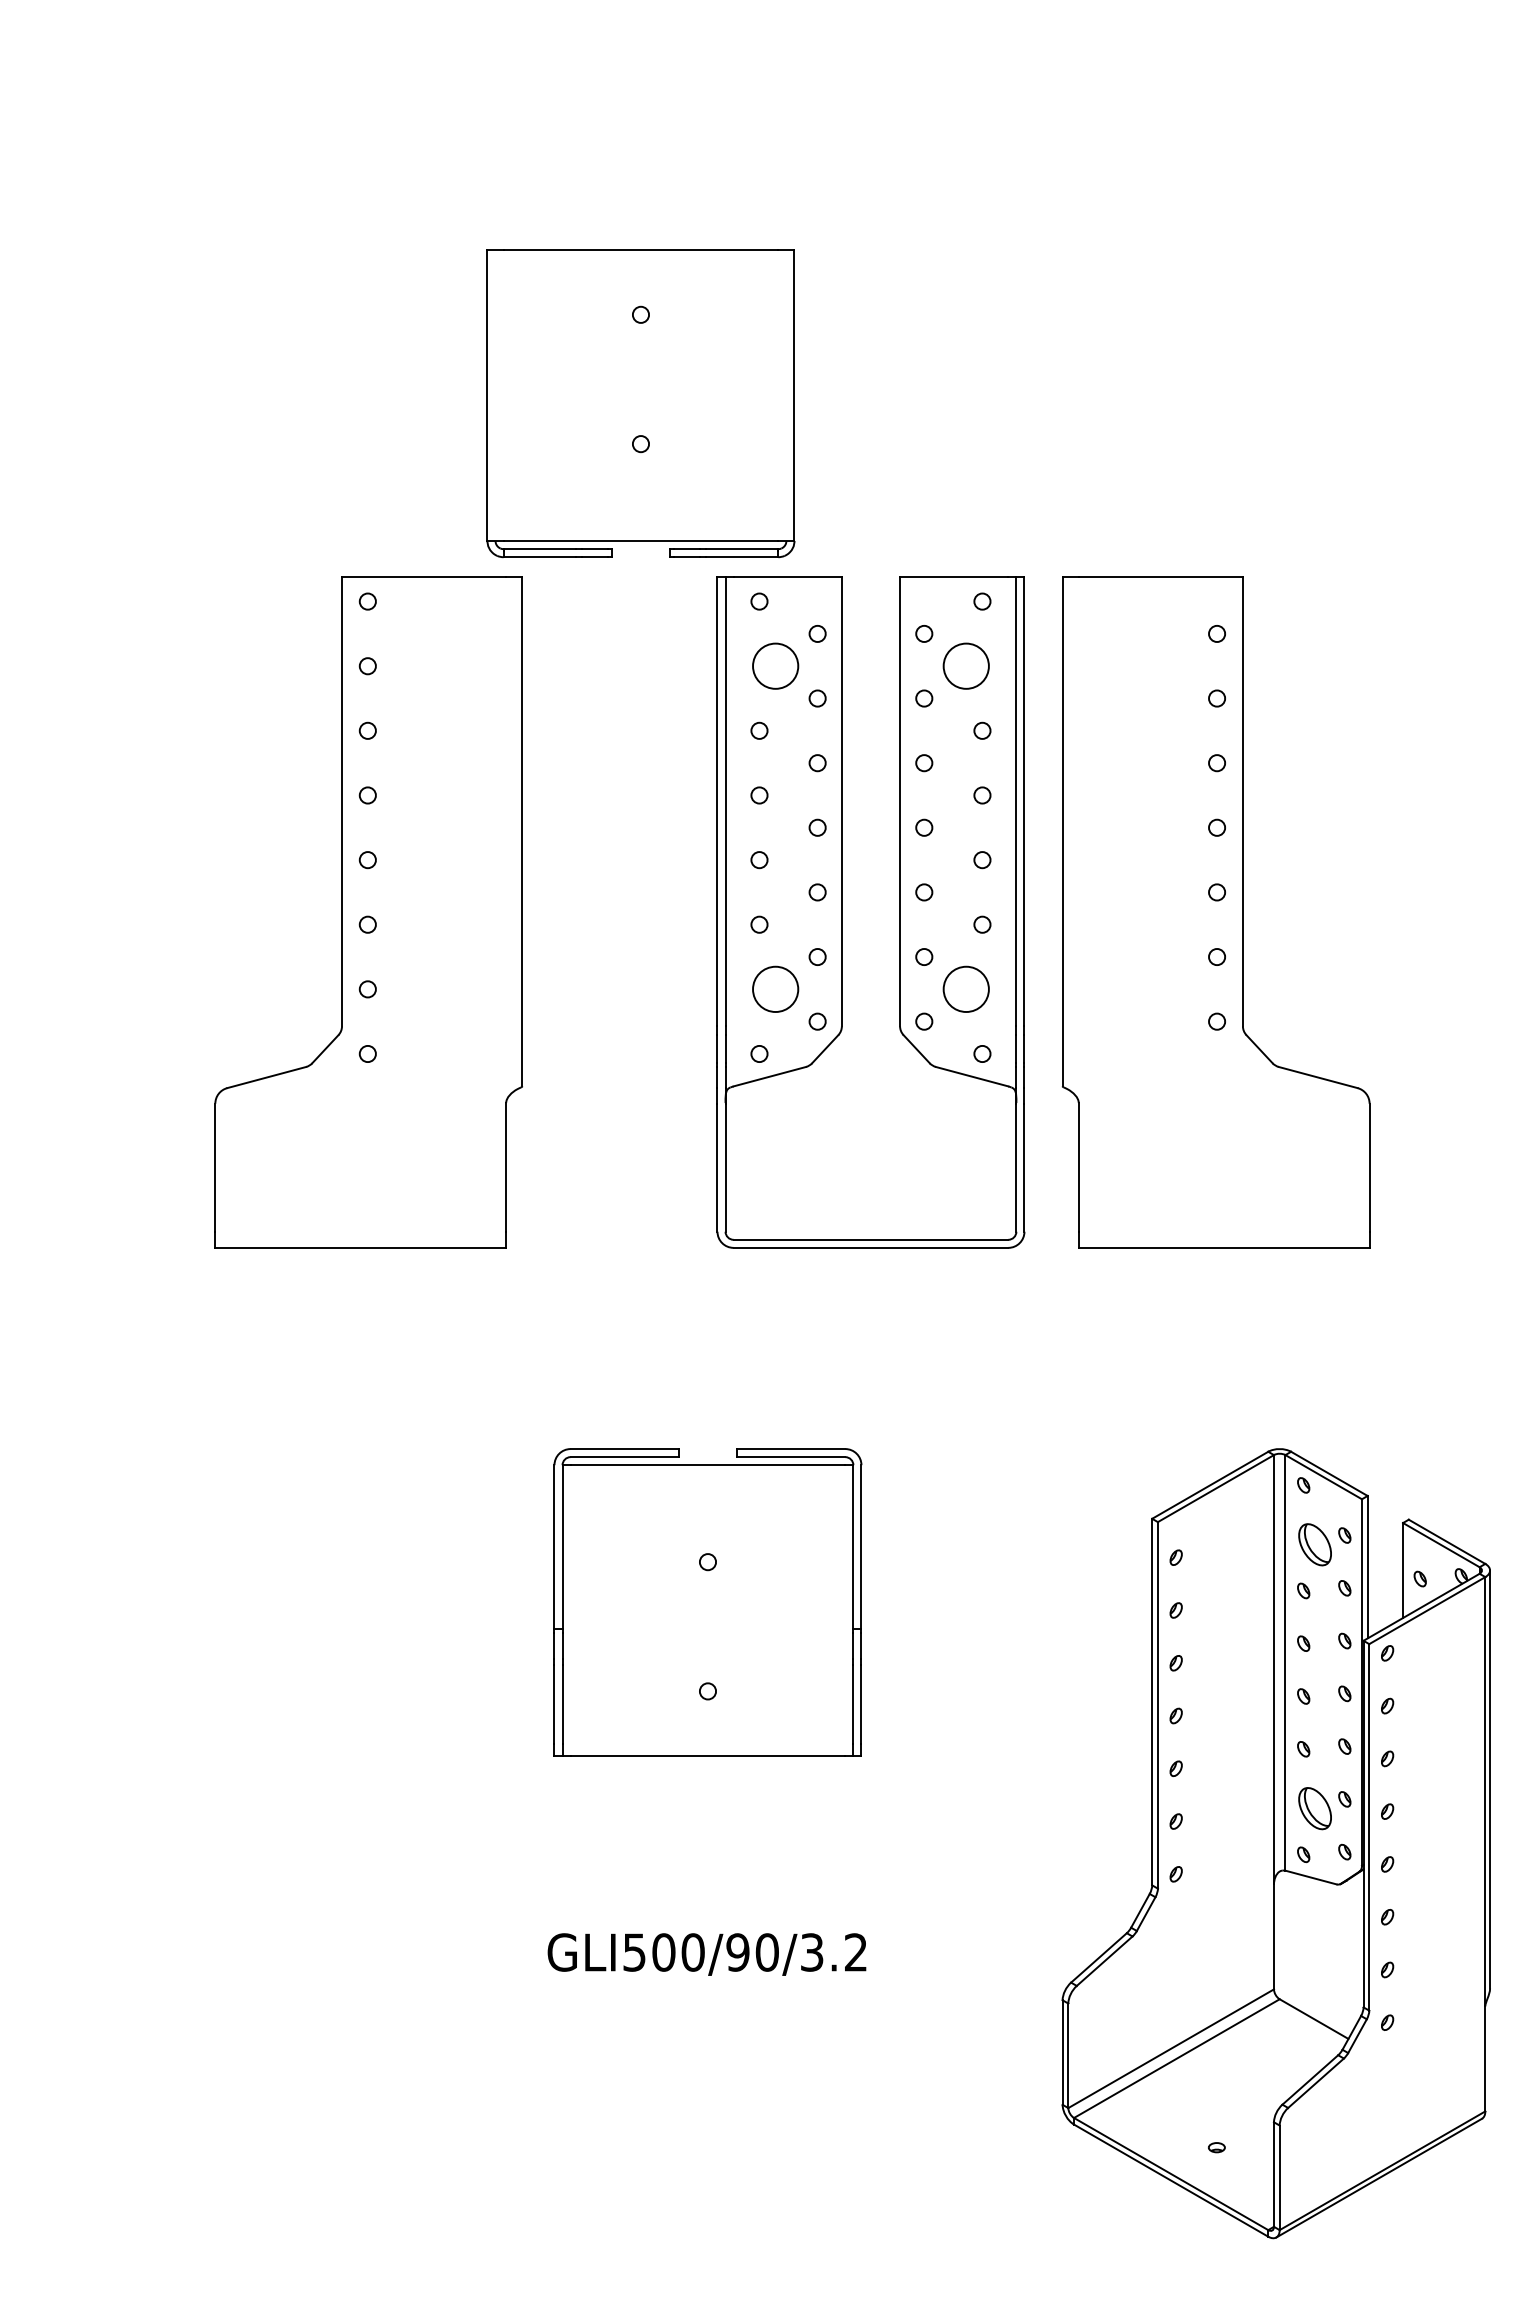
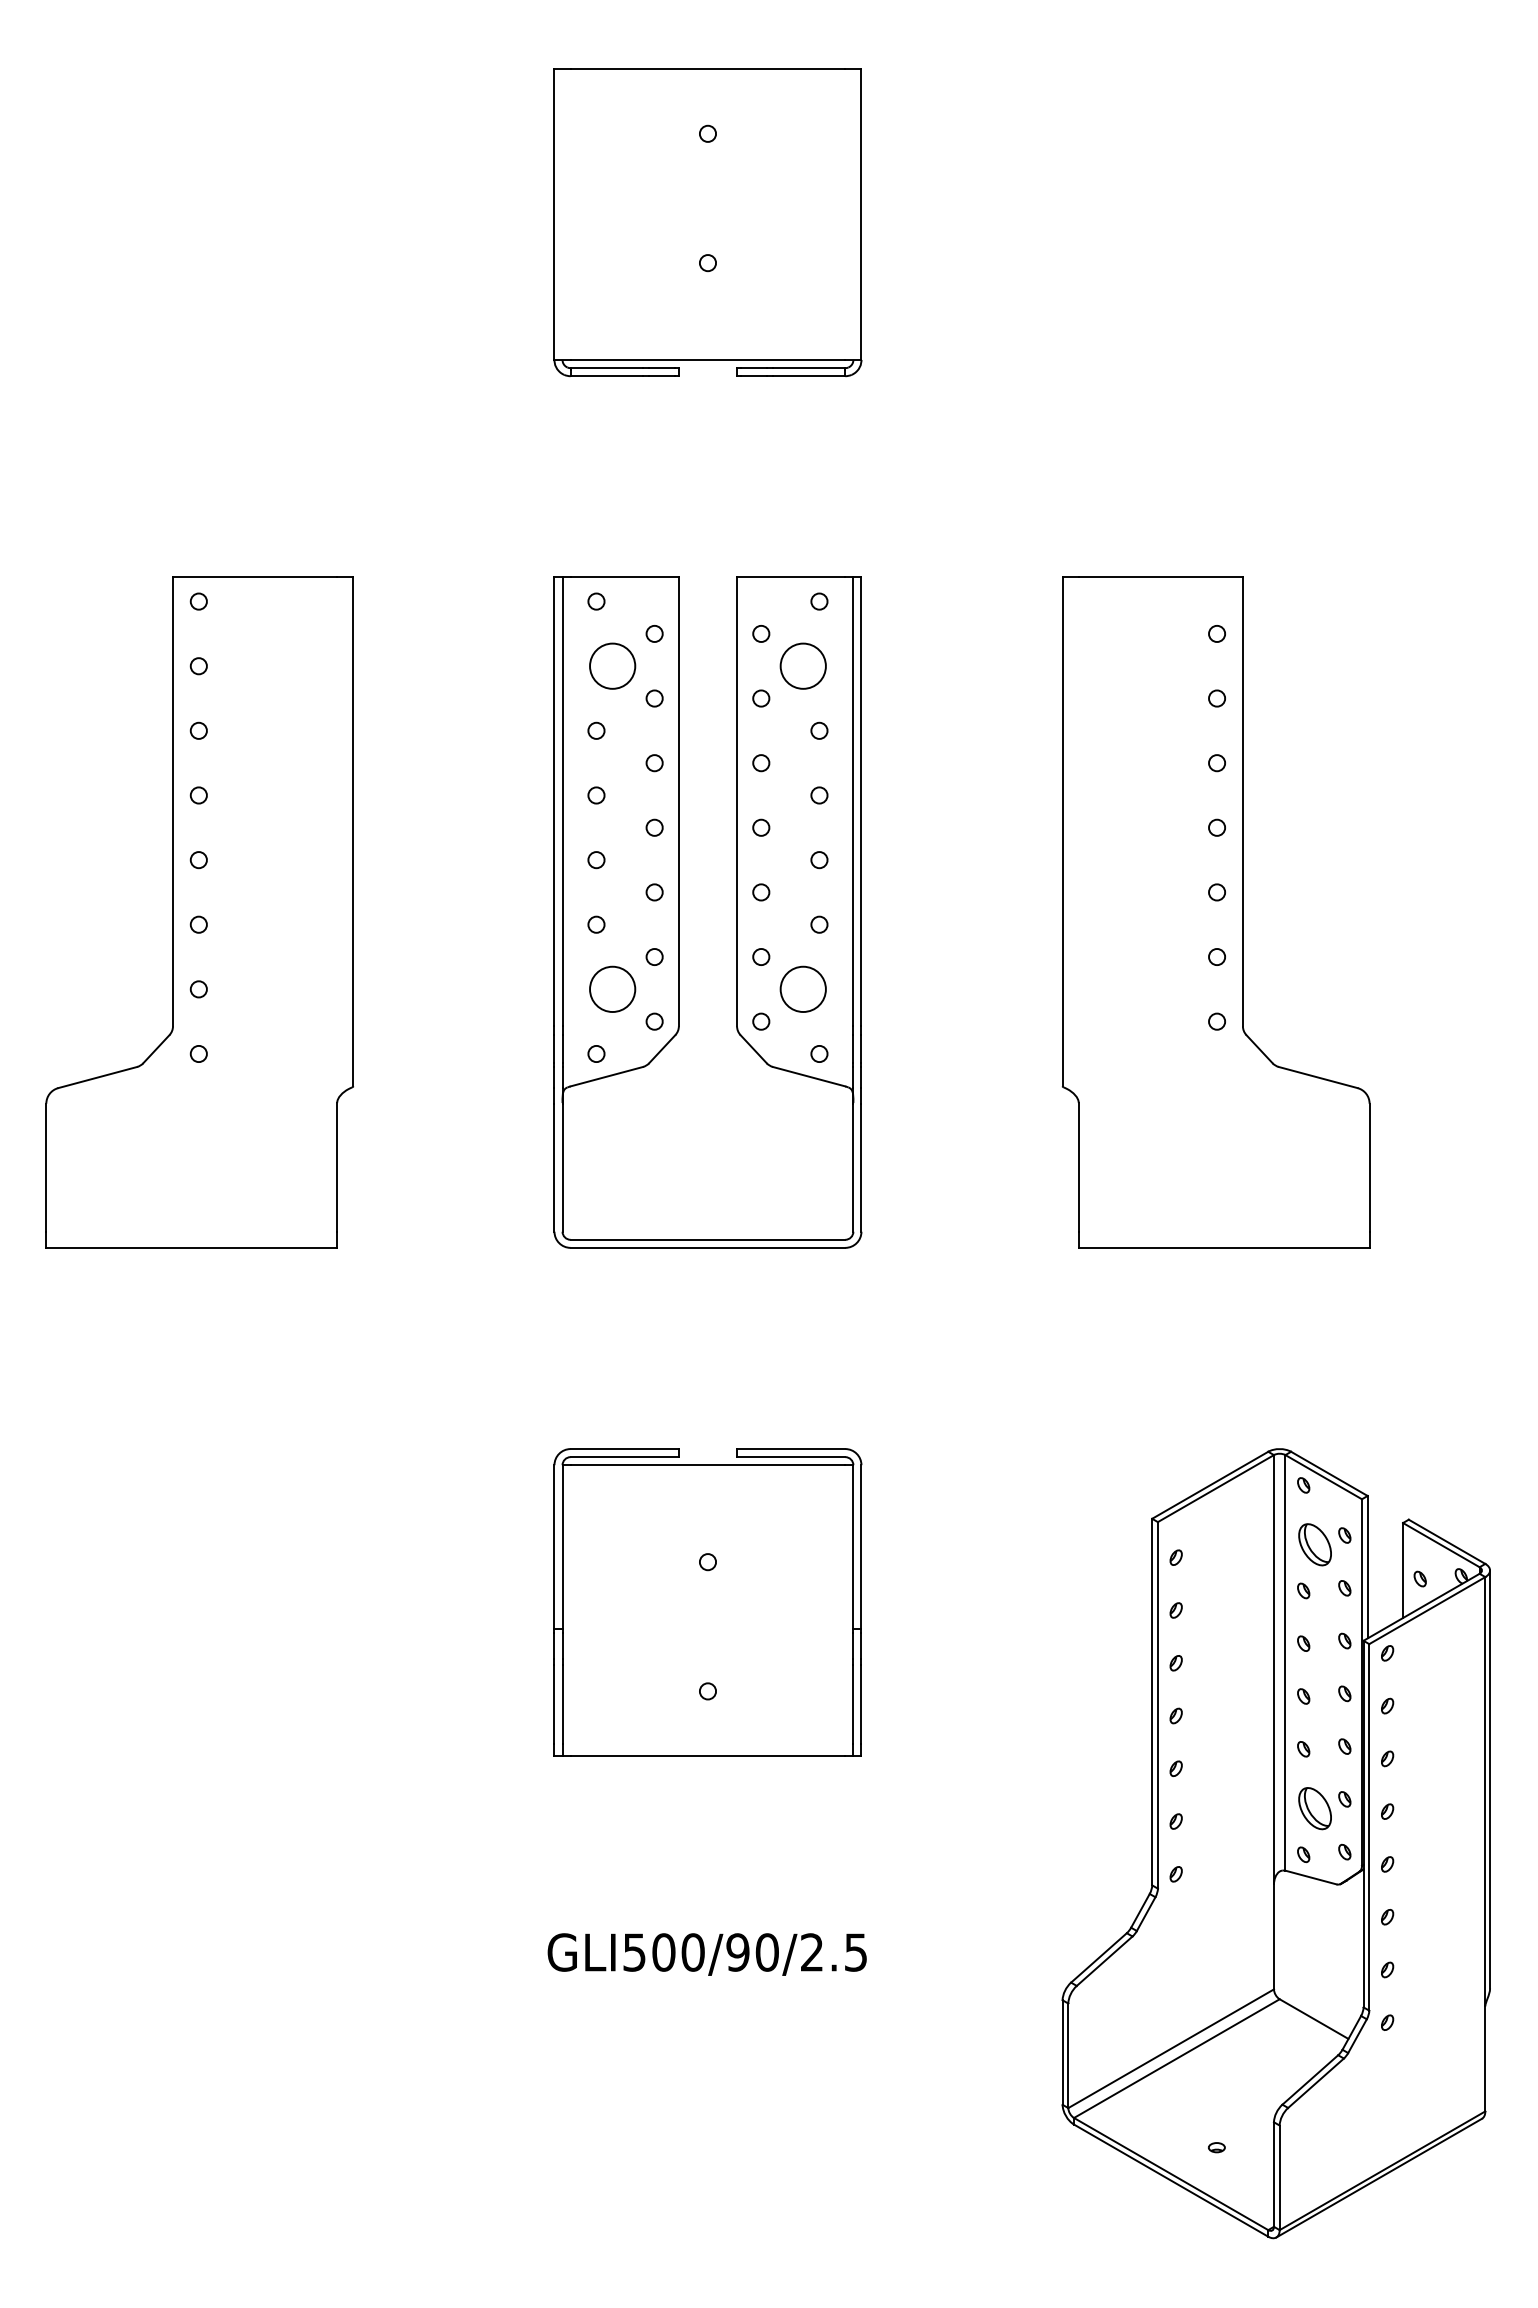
part at (640, 403) position: (640, 403) -> (707, 222)
part at (368, 912) position: (368, 912) -> (199, 912)
part at (842, 912) position: (842, 912) -> (679, 912)
text at (833, 1952): GLI500/90/3.2 -> GLI500/90/2.5
